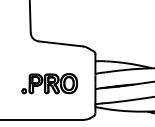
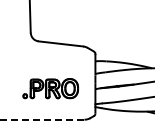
part at (49, 83) position: (49, 83) -> (50, 88)
line at (42, 119): solid -> dashed
